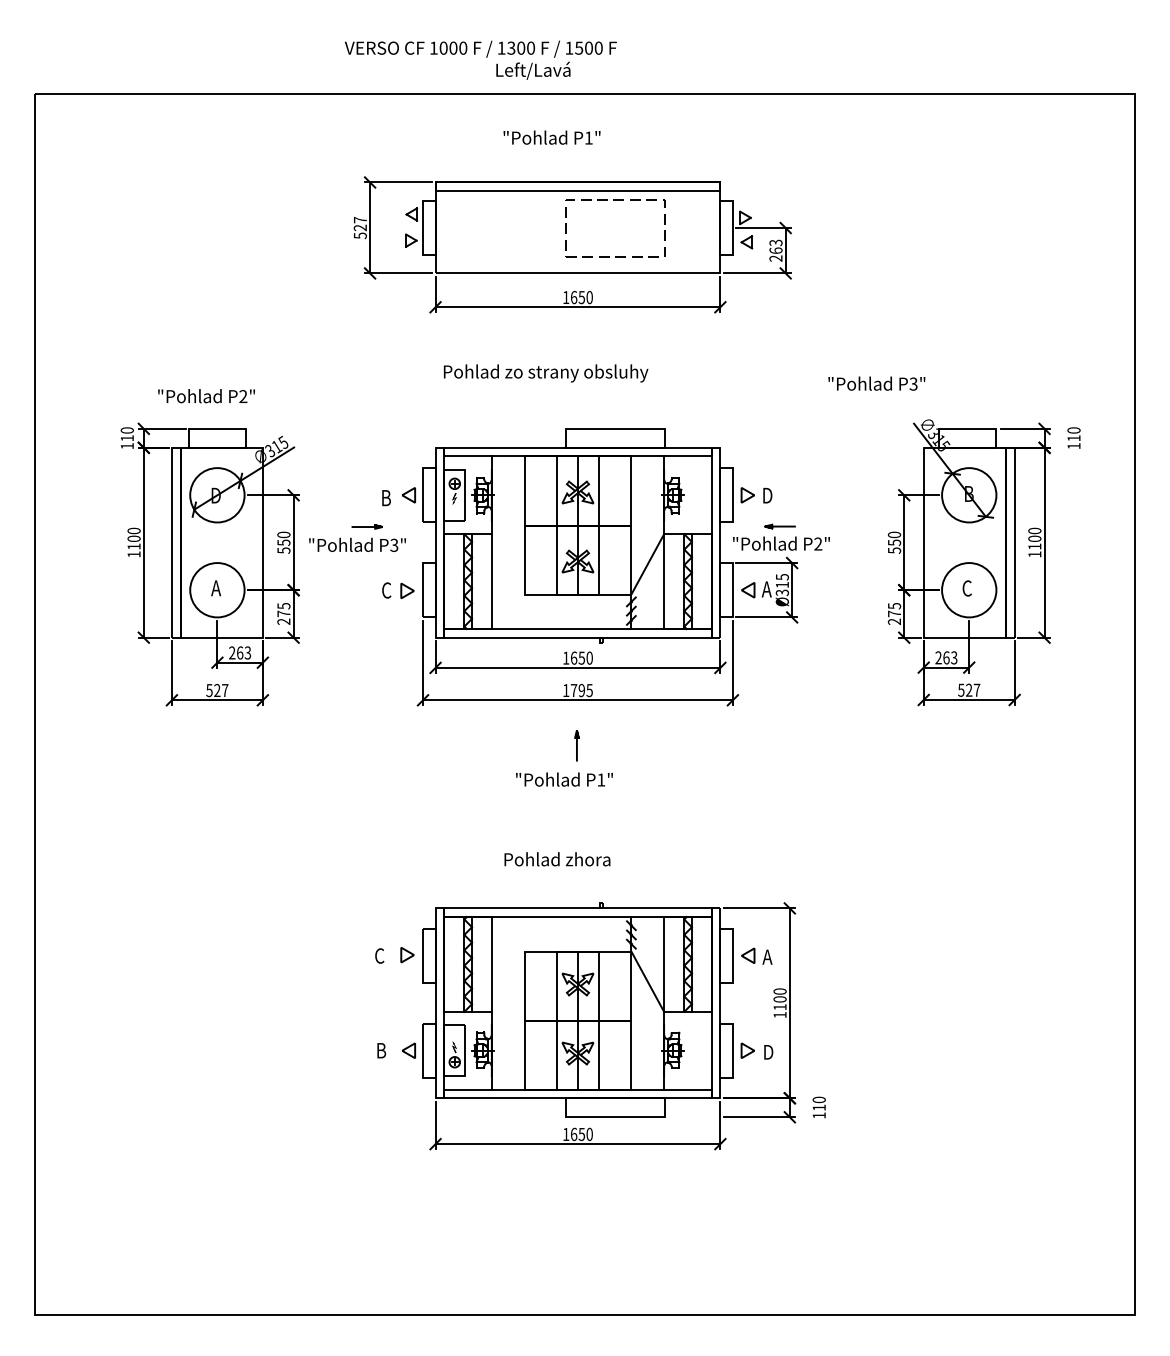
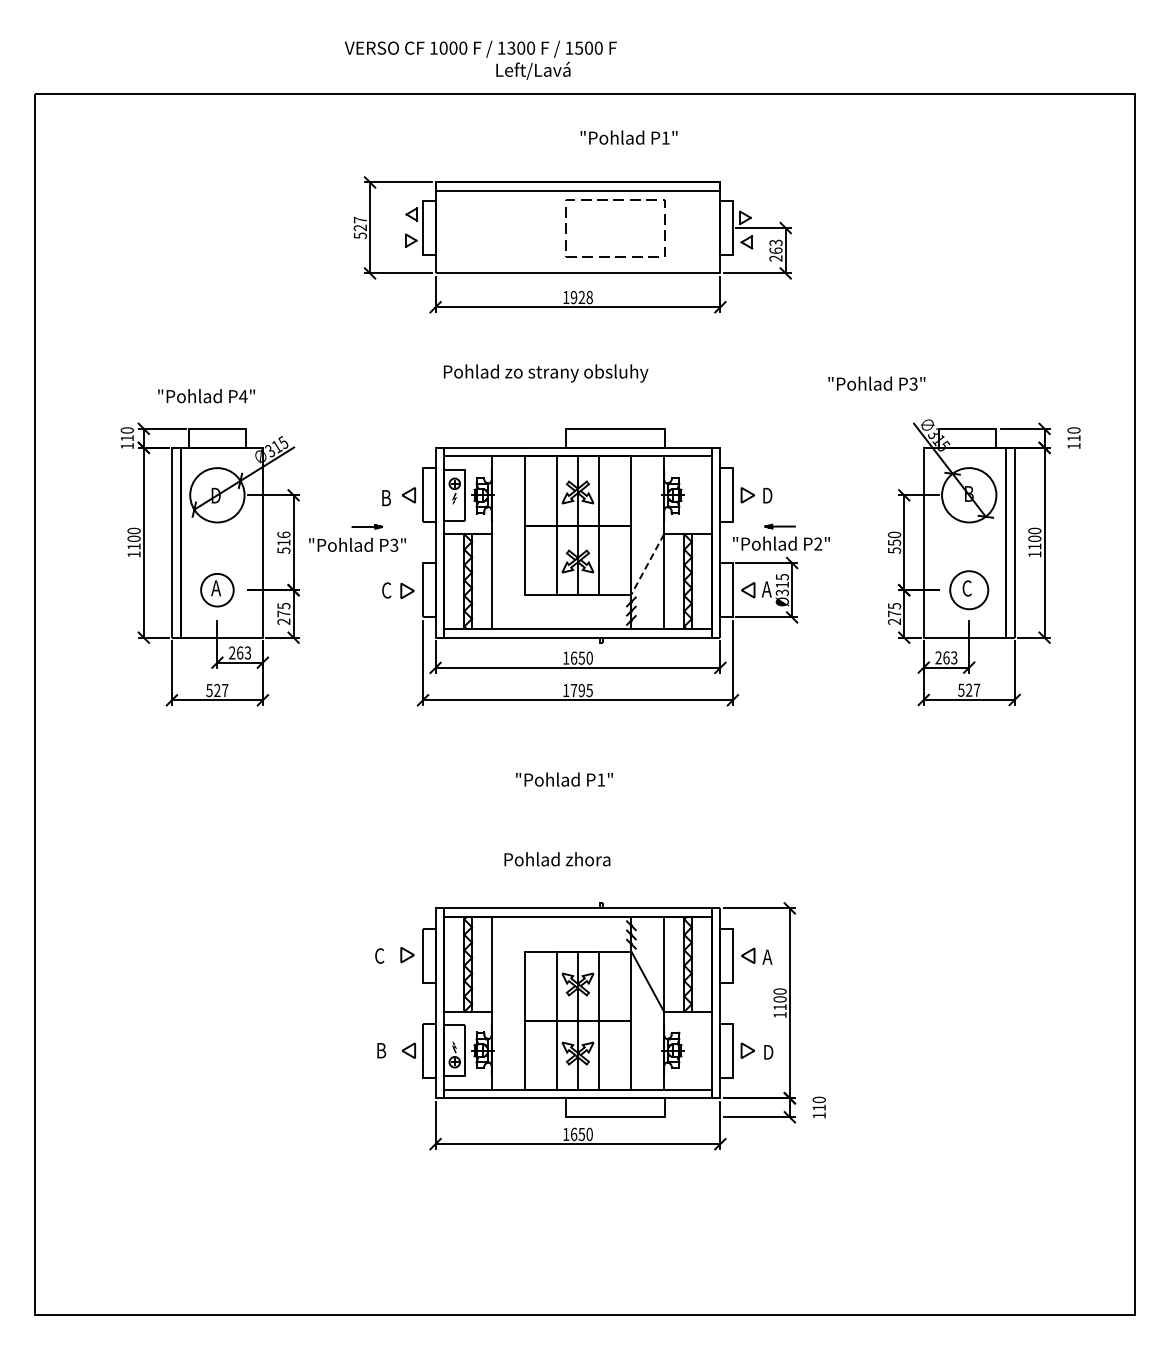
text at (551, 137) position: (551, 137) -> (628, 137)
text at (581, 297): 1650 -> 1928
text at (243, 396): P2" -> P4"
text at (283, 538): 550 -> 516
line at (647, 564): solid -> dashed
circle at (217, 590) diameter: 54 px -> 33 px
circle at (969, 590) diameter: 54 px -> 38 px
line at (576, 745): present -> none
